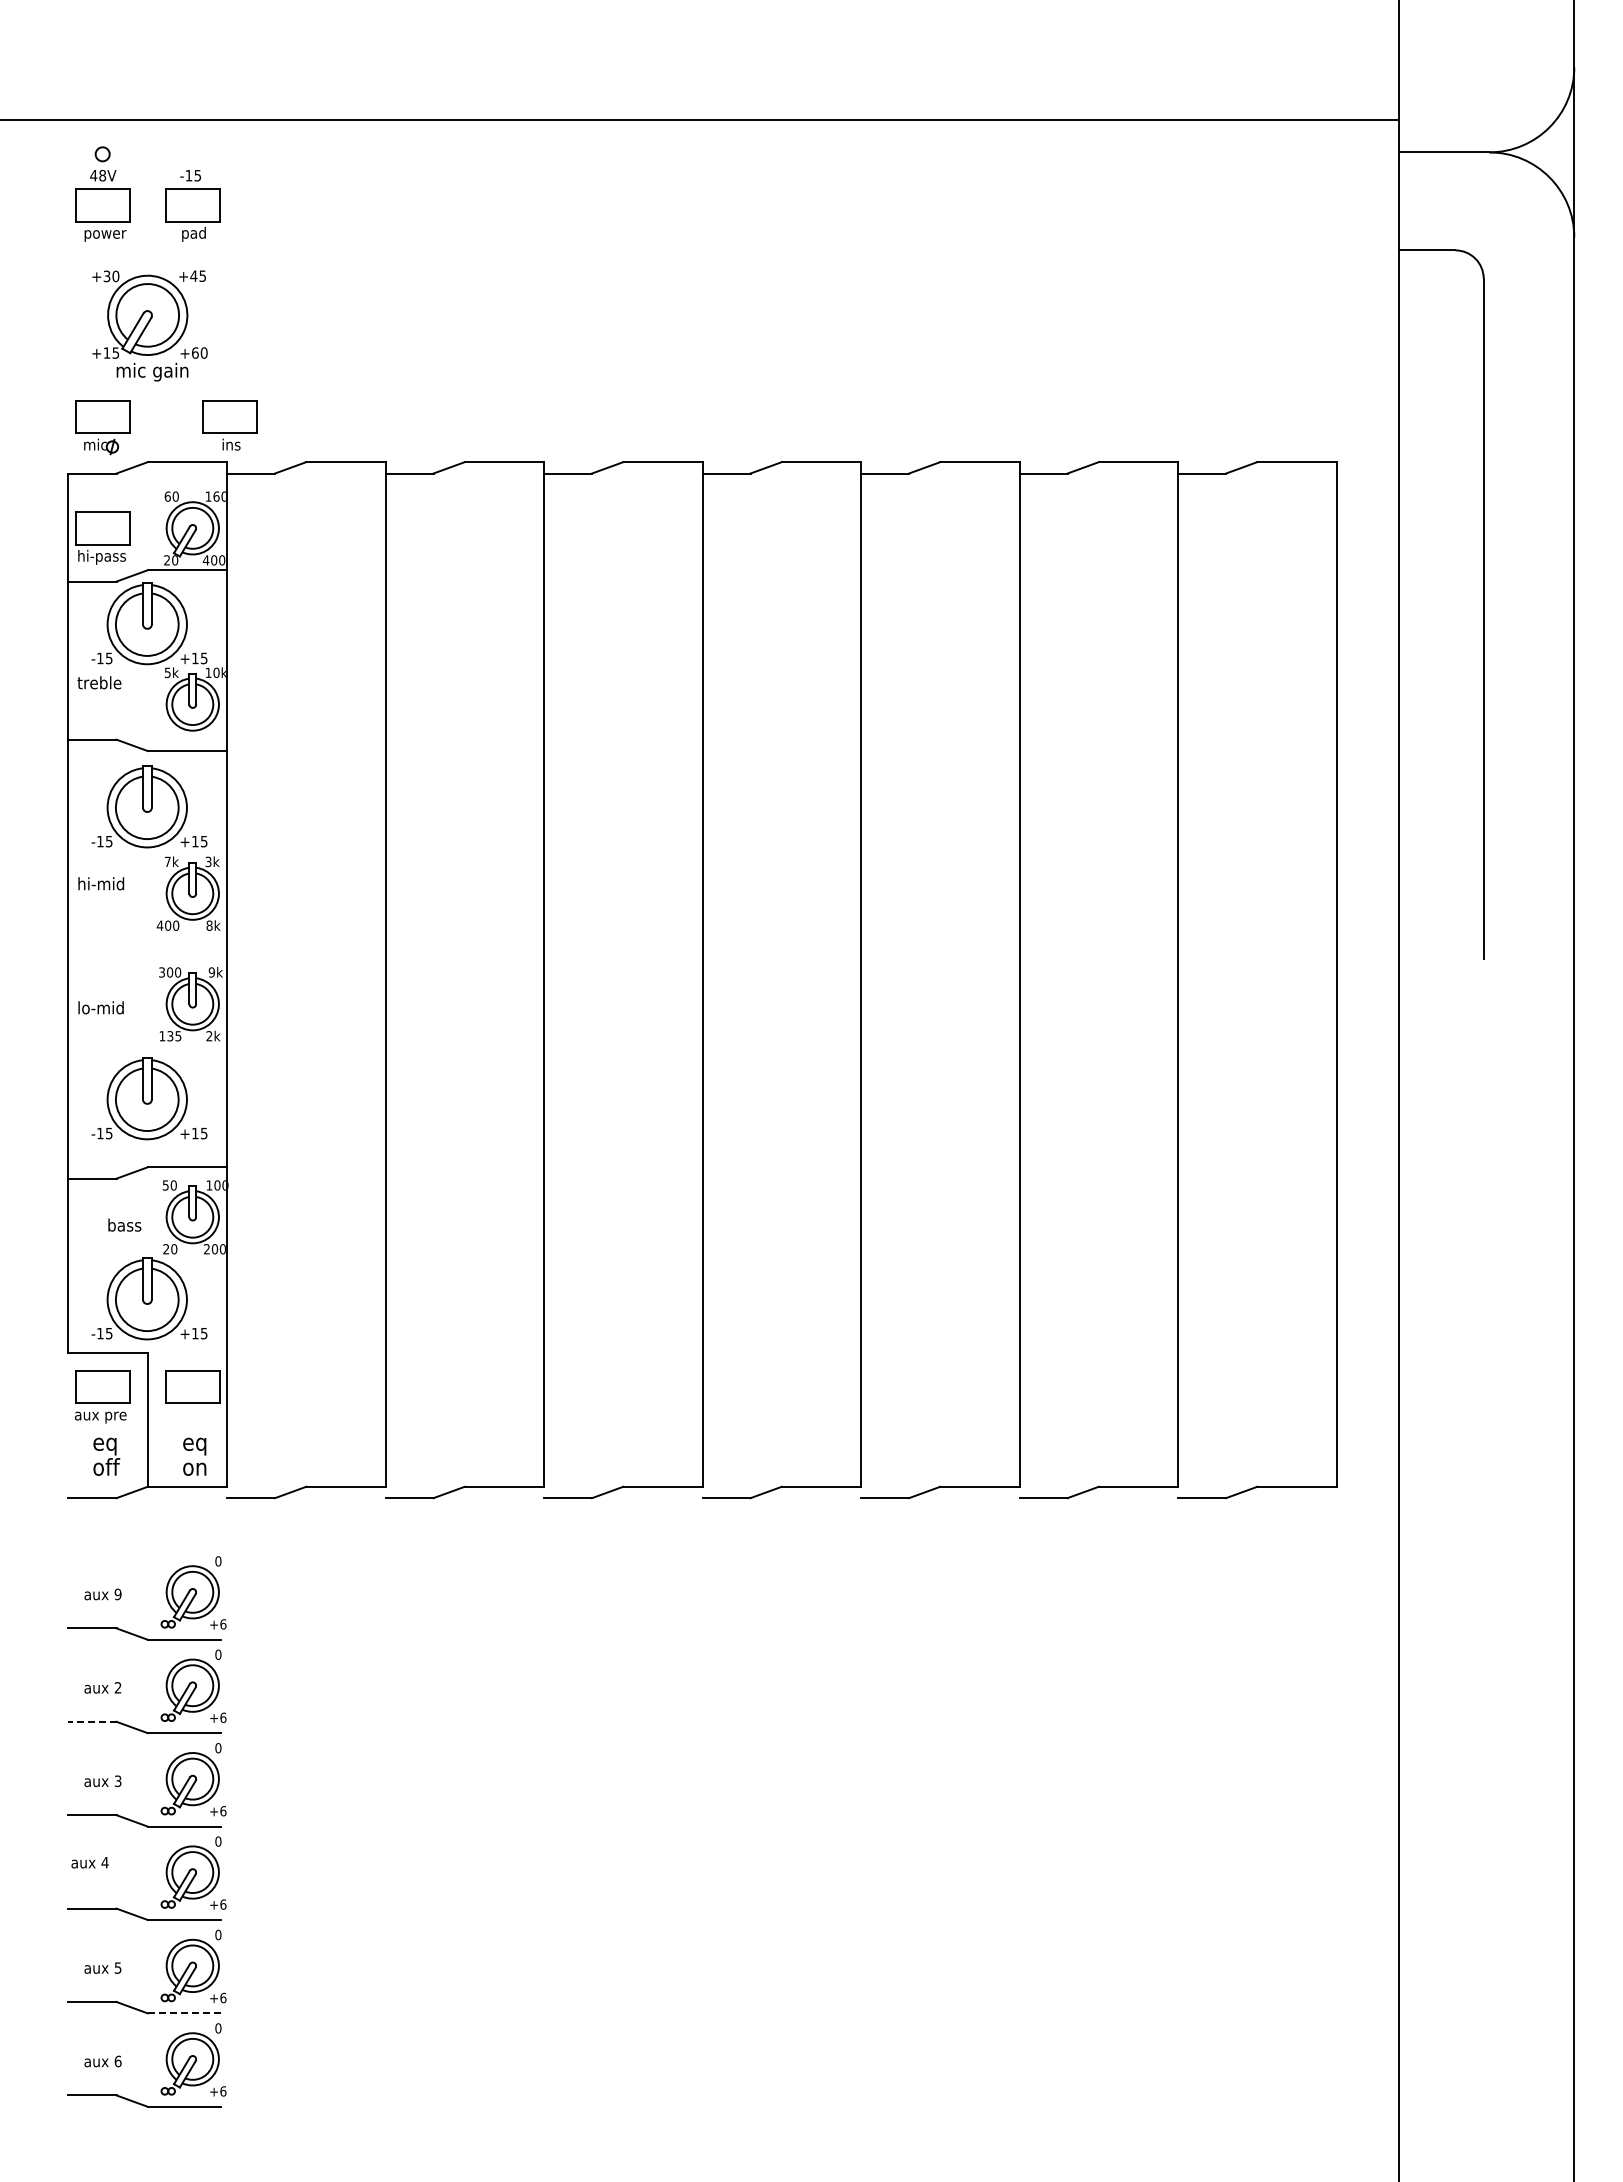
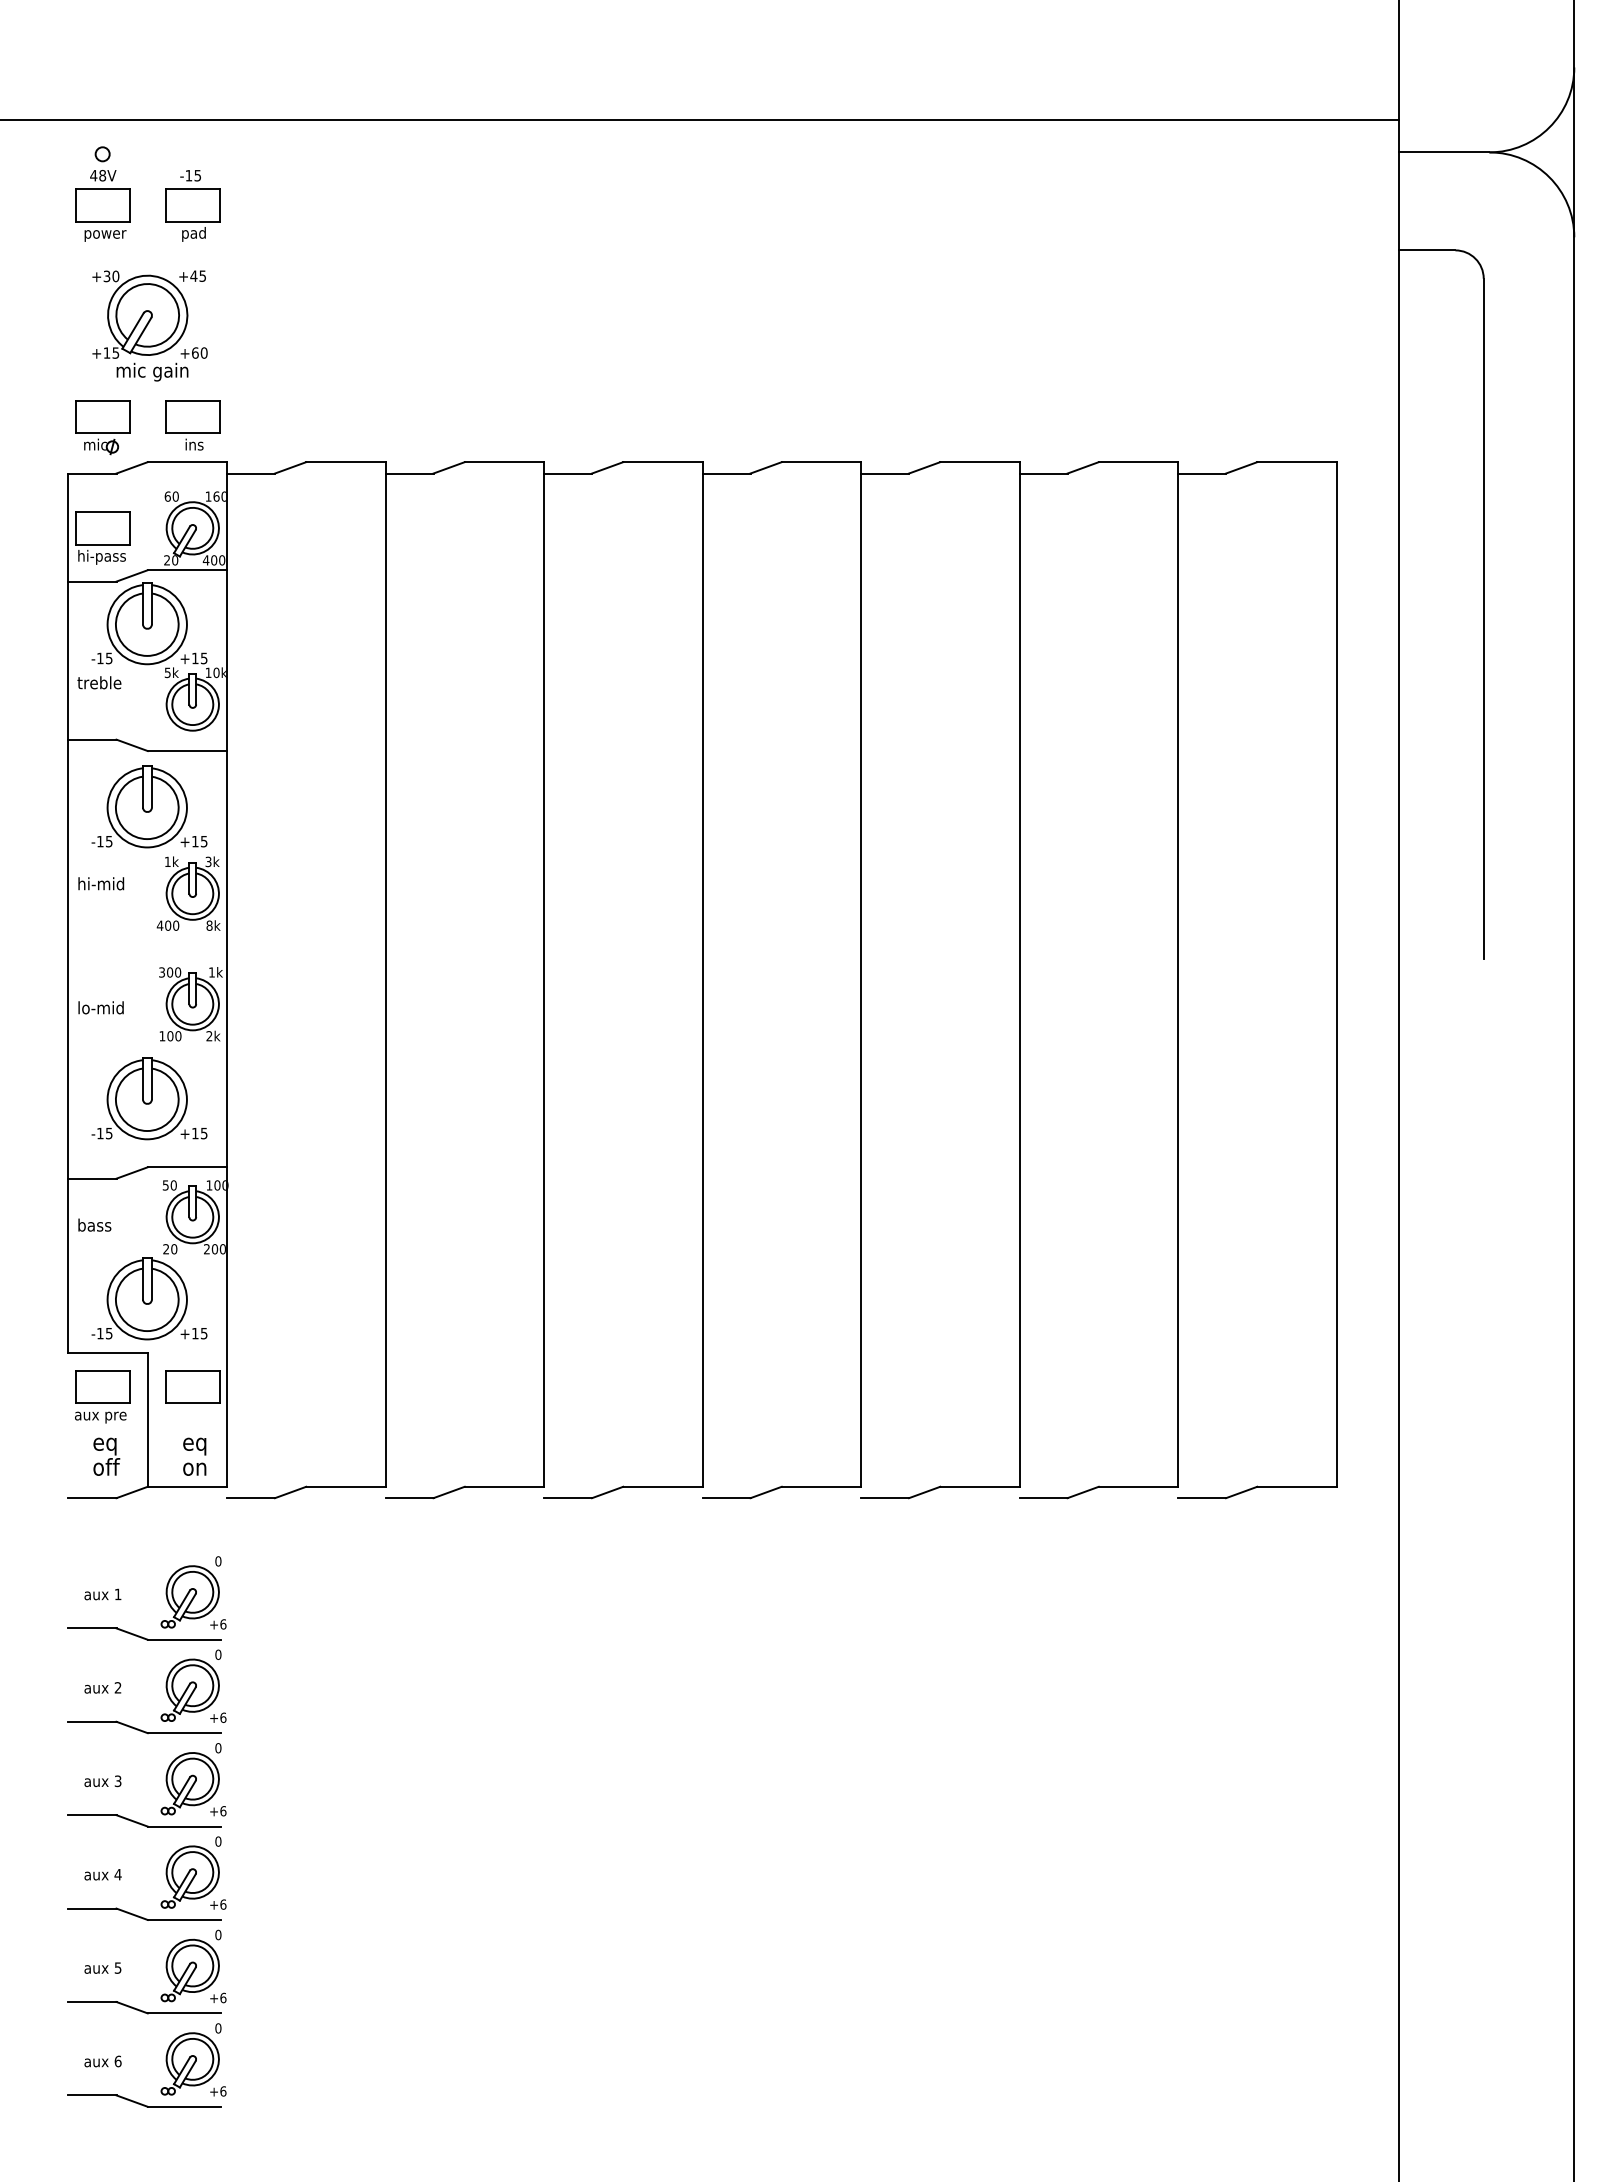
part at (229, 425) position: (229, 425) -> (192, 425)
text at (167, 861): 7k -> 1k
text at (211, 972): 9k -> 1k
text at (174, 1036): 135 -> 100
text at (124, 1224) position: (124, 1224) -> (94, 1224)
text at (117, 1594): 9 -> 1
line at (92, 1721): dashed -> solid
text at (89, 1862) position: (89, 1862) -> (102, 1874)
line at (184, 2013): dashed -> solid
